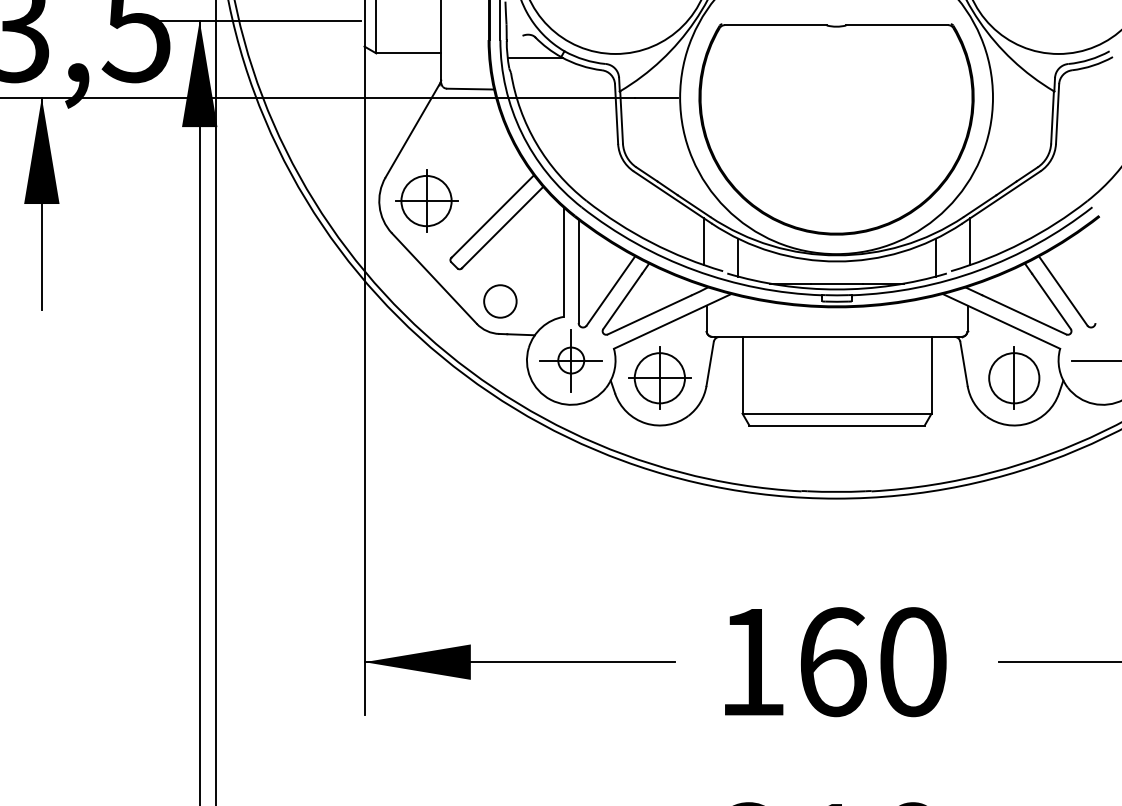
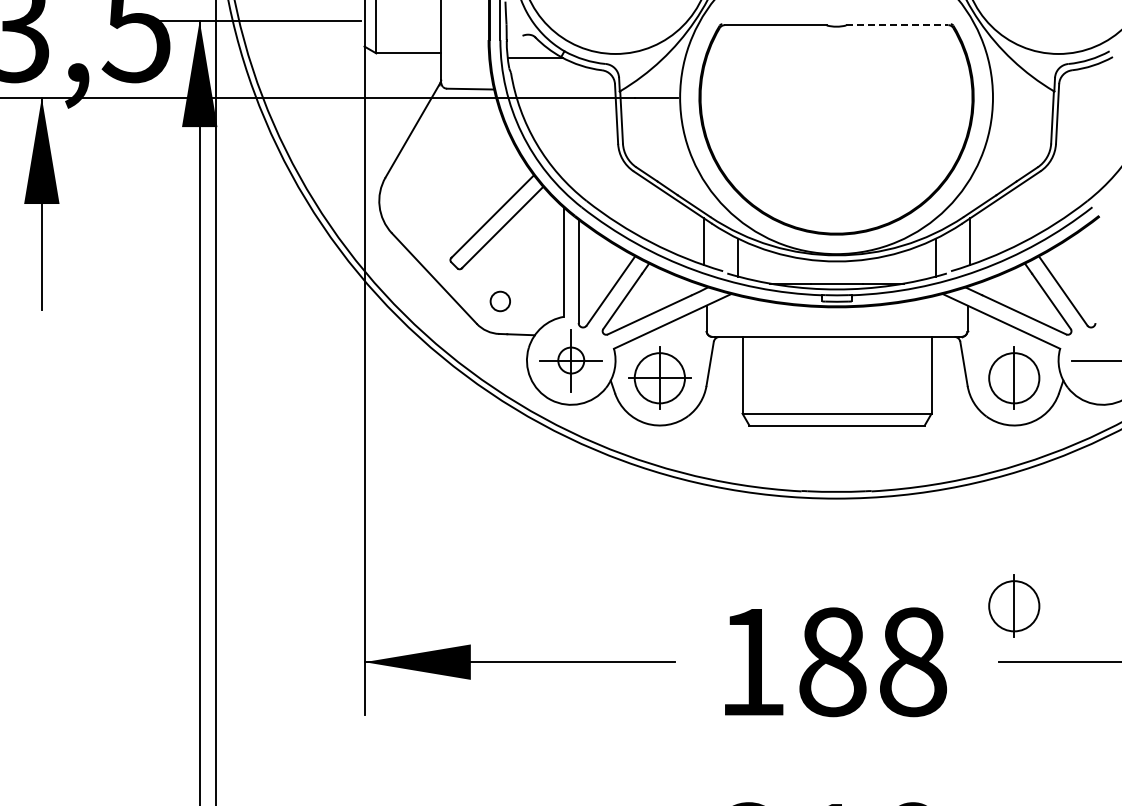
line at (897, 25): solid -> dashed
part at (426, 200): present -> none
circle at (500, 301) diameter: 32 px -> 19 px
part at (1014, 605): none -> present
text at (873, 662): 160 -> 188
